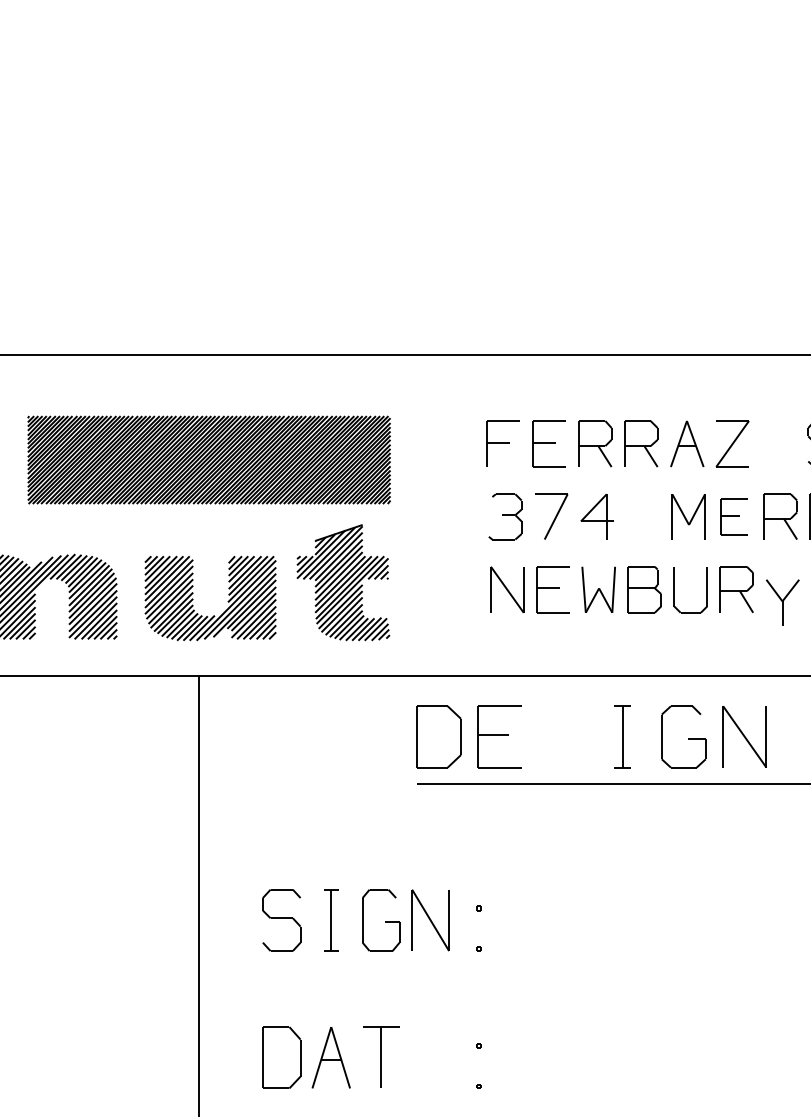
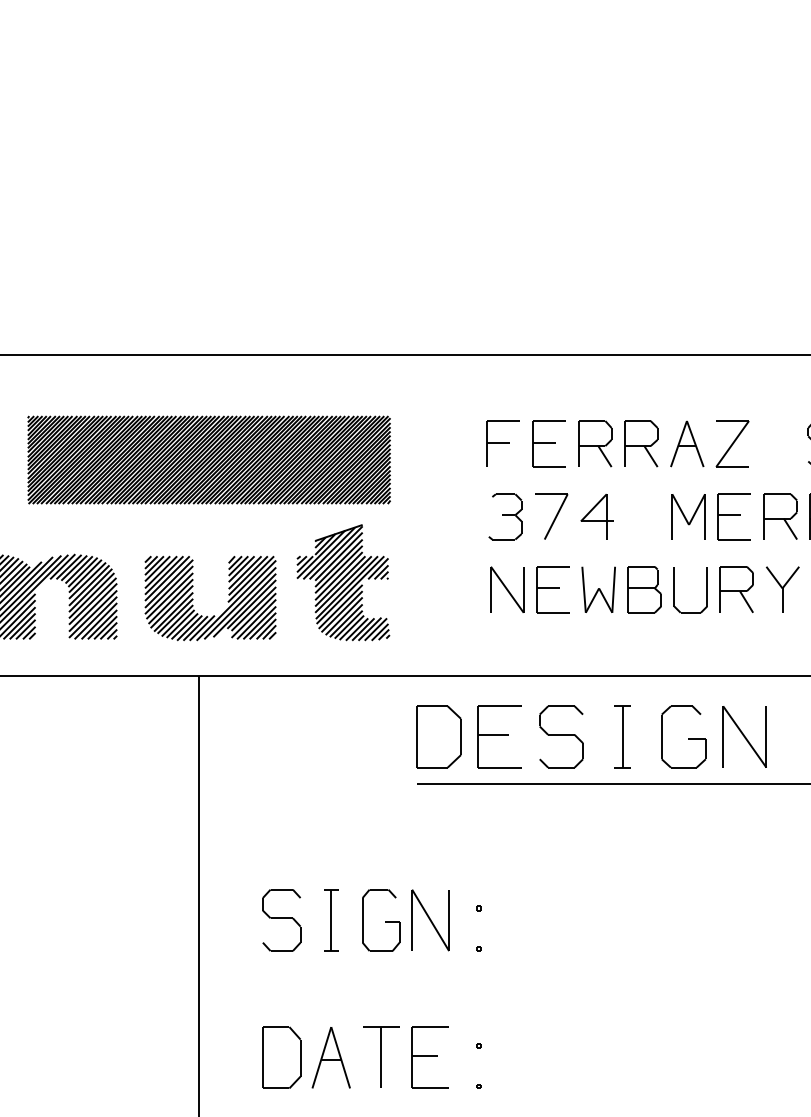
part at (733, 516) size: 28x38 px -> 34x48 px
part at (782, 602) position: (782, 602) -> (782, 589)
part at (561, 736): none -> present
part at (429, 1057): none -> present
